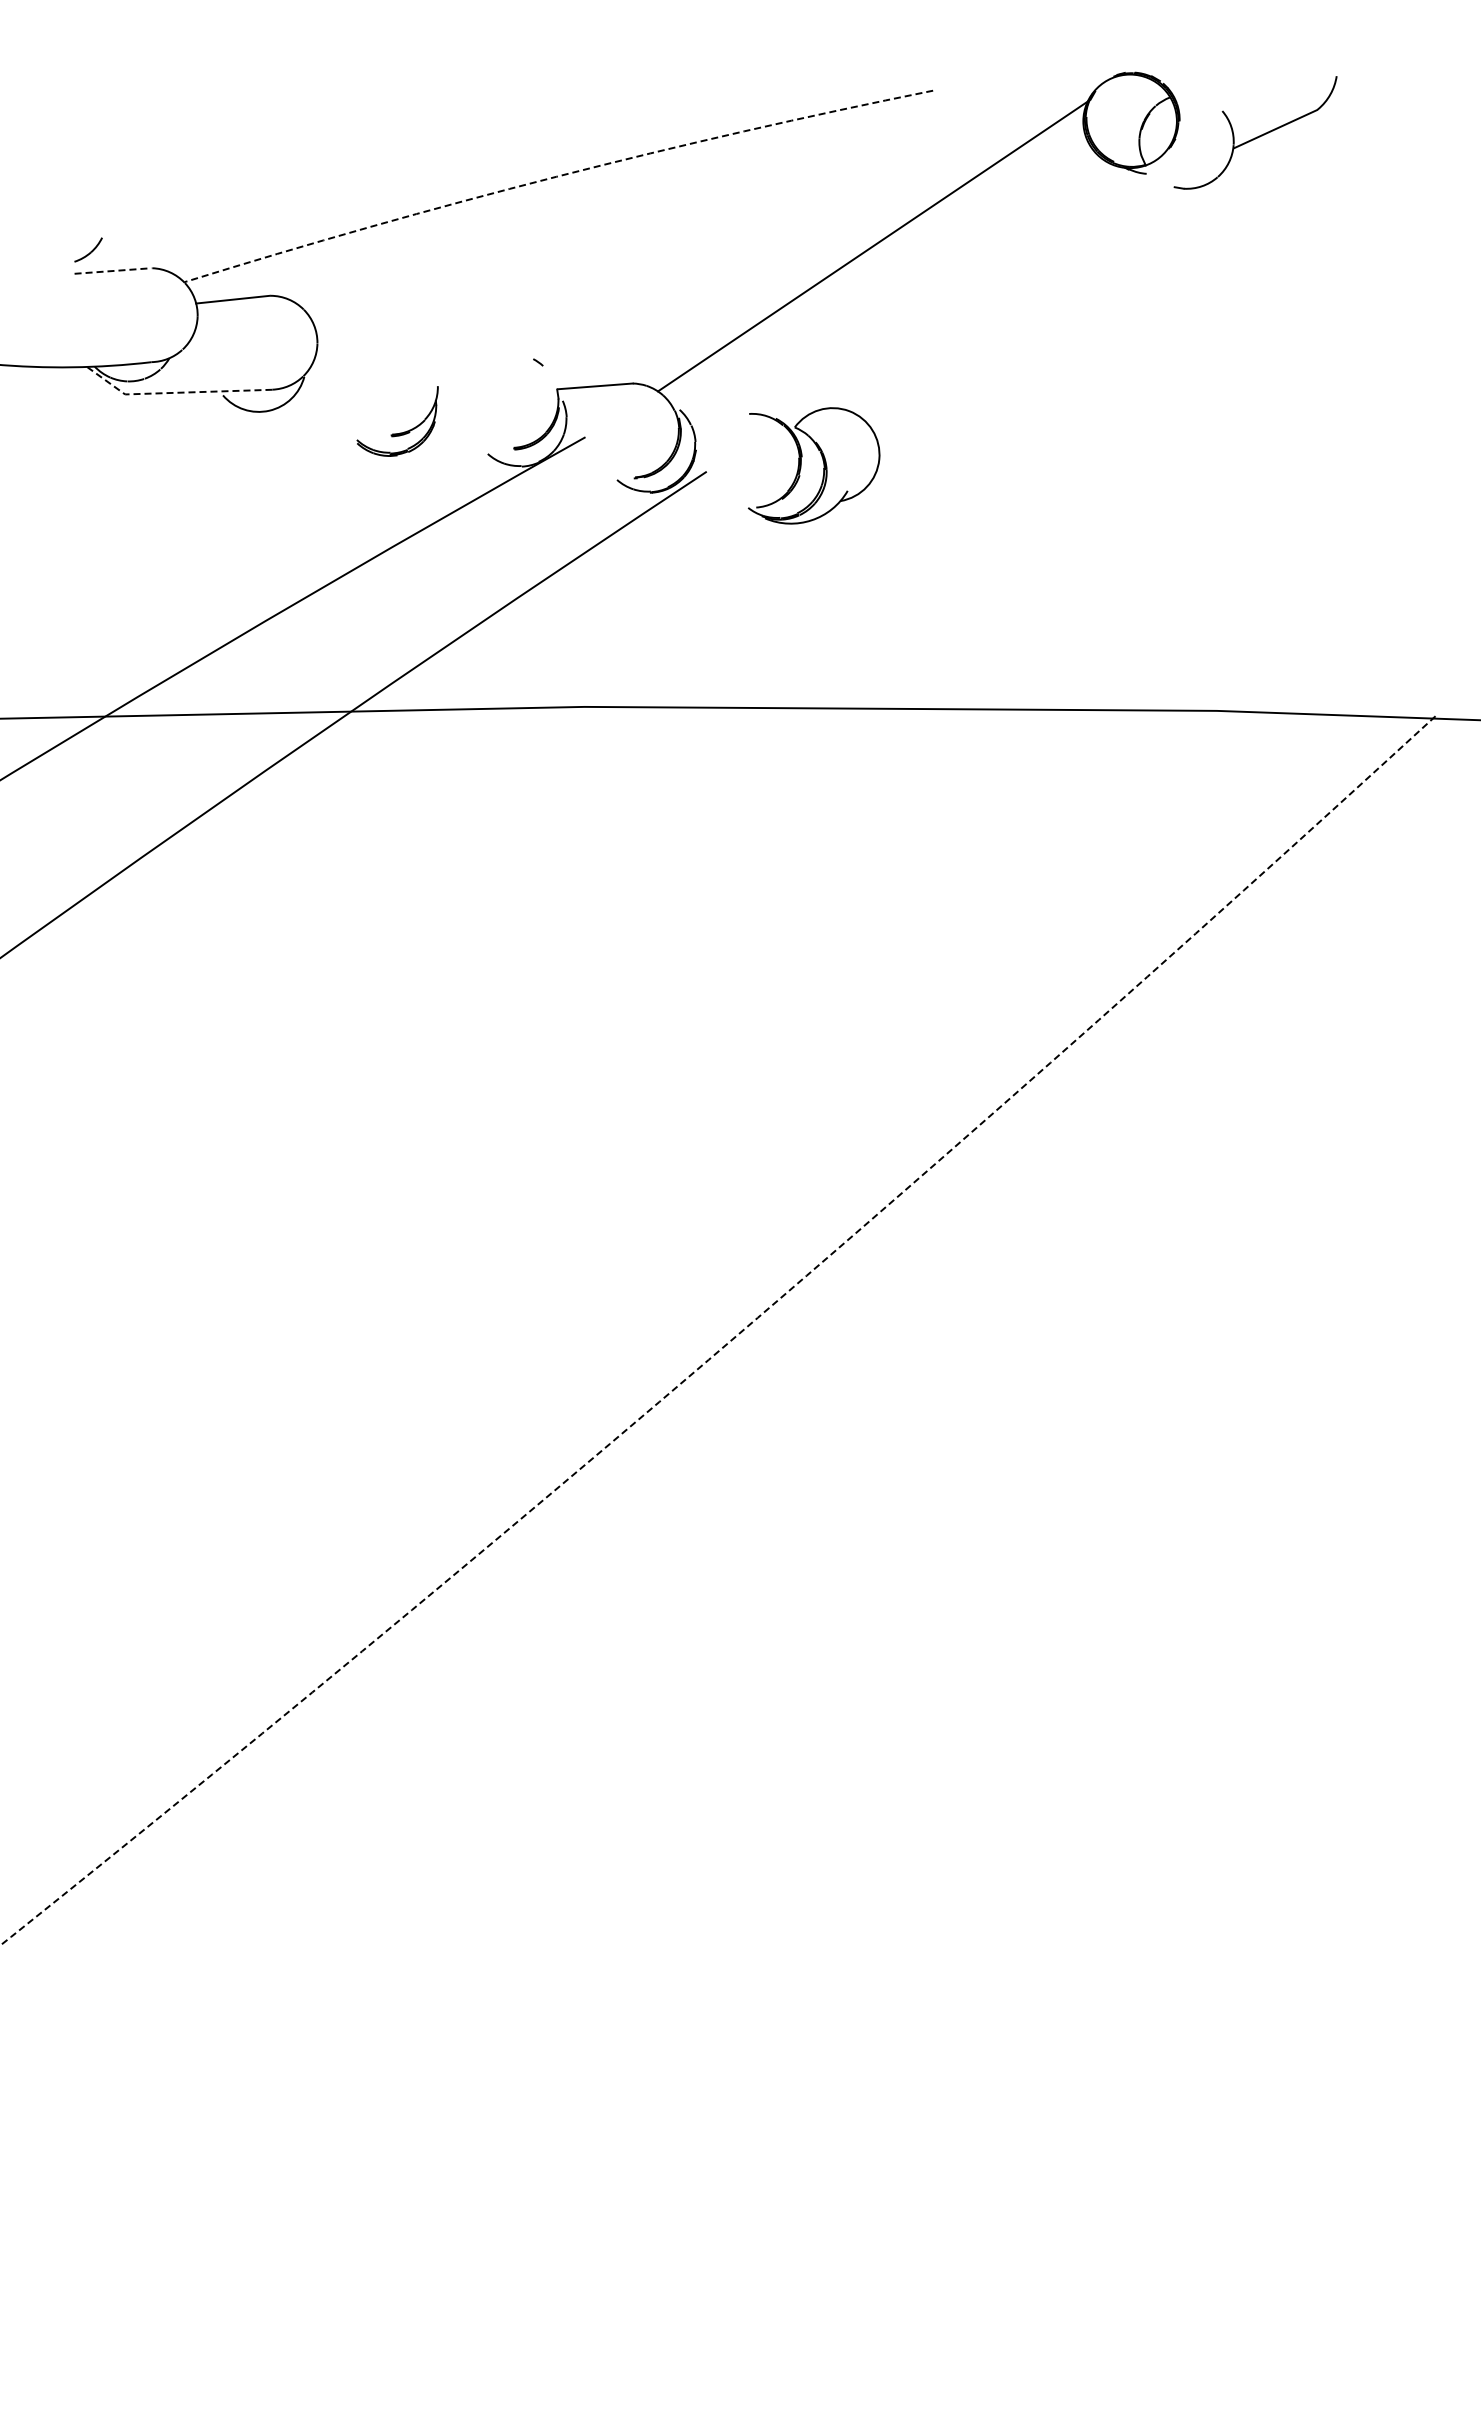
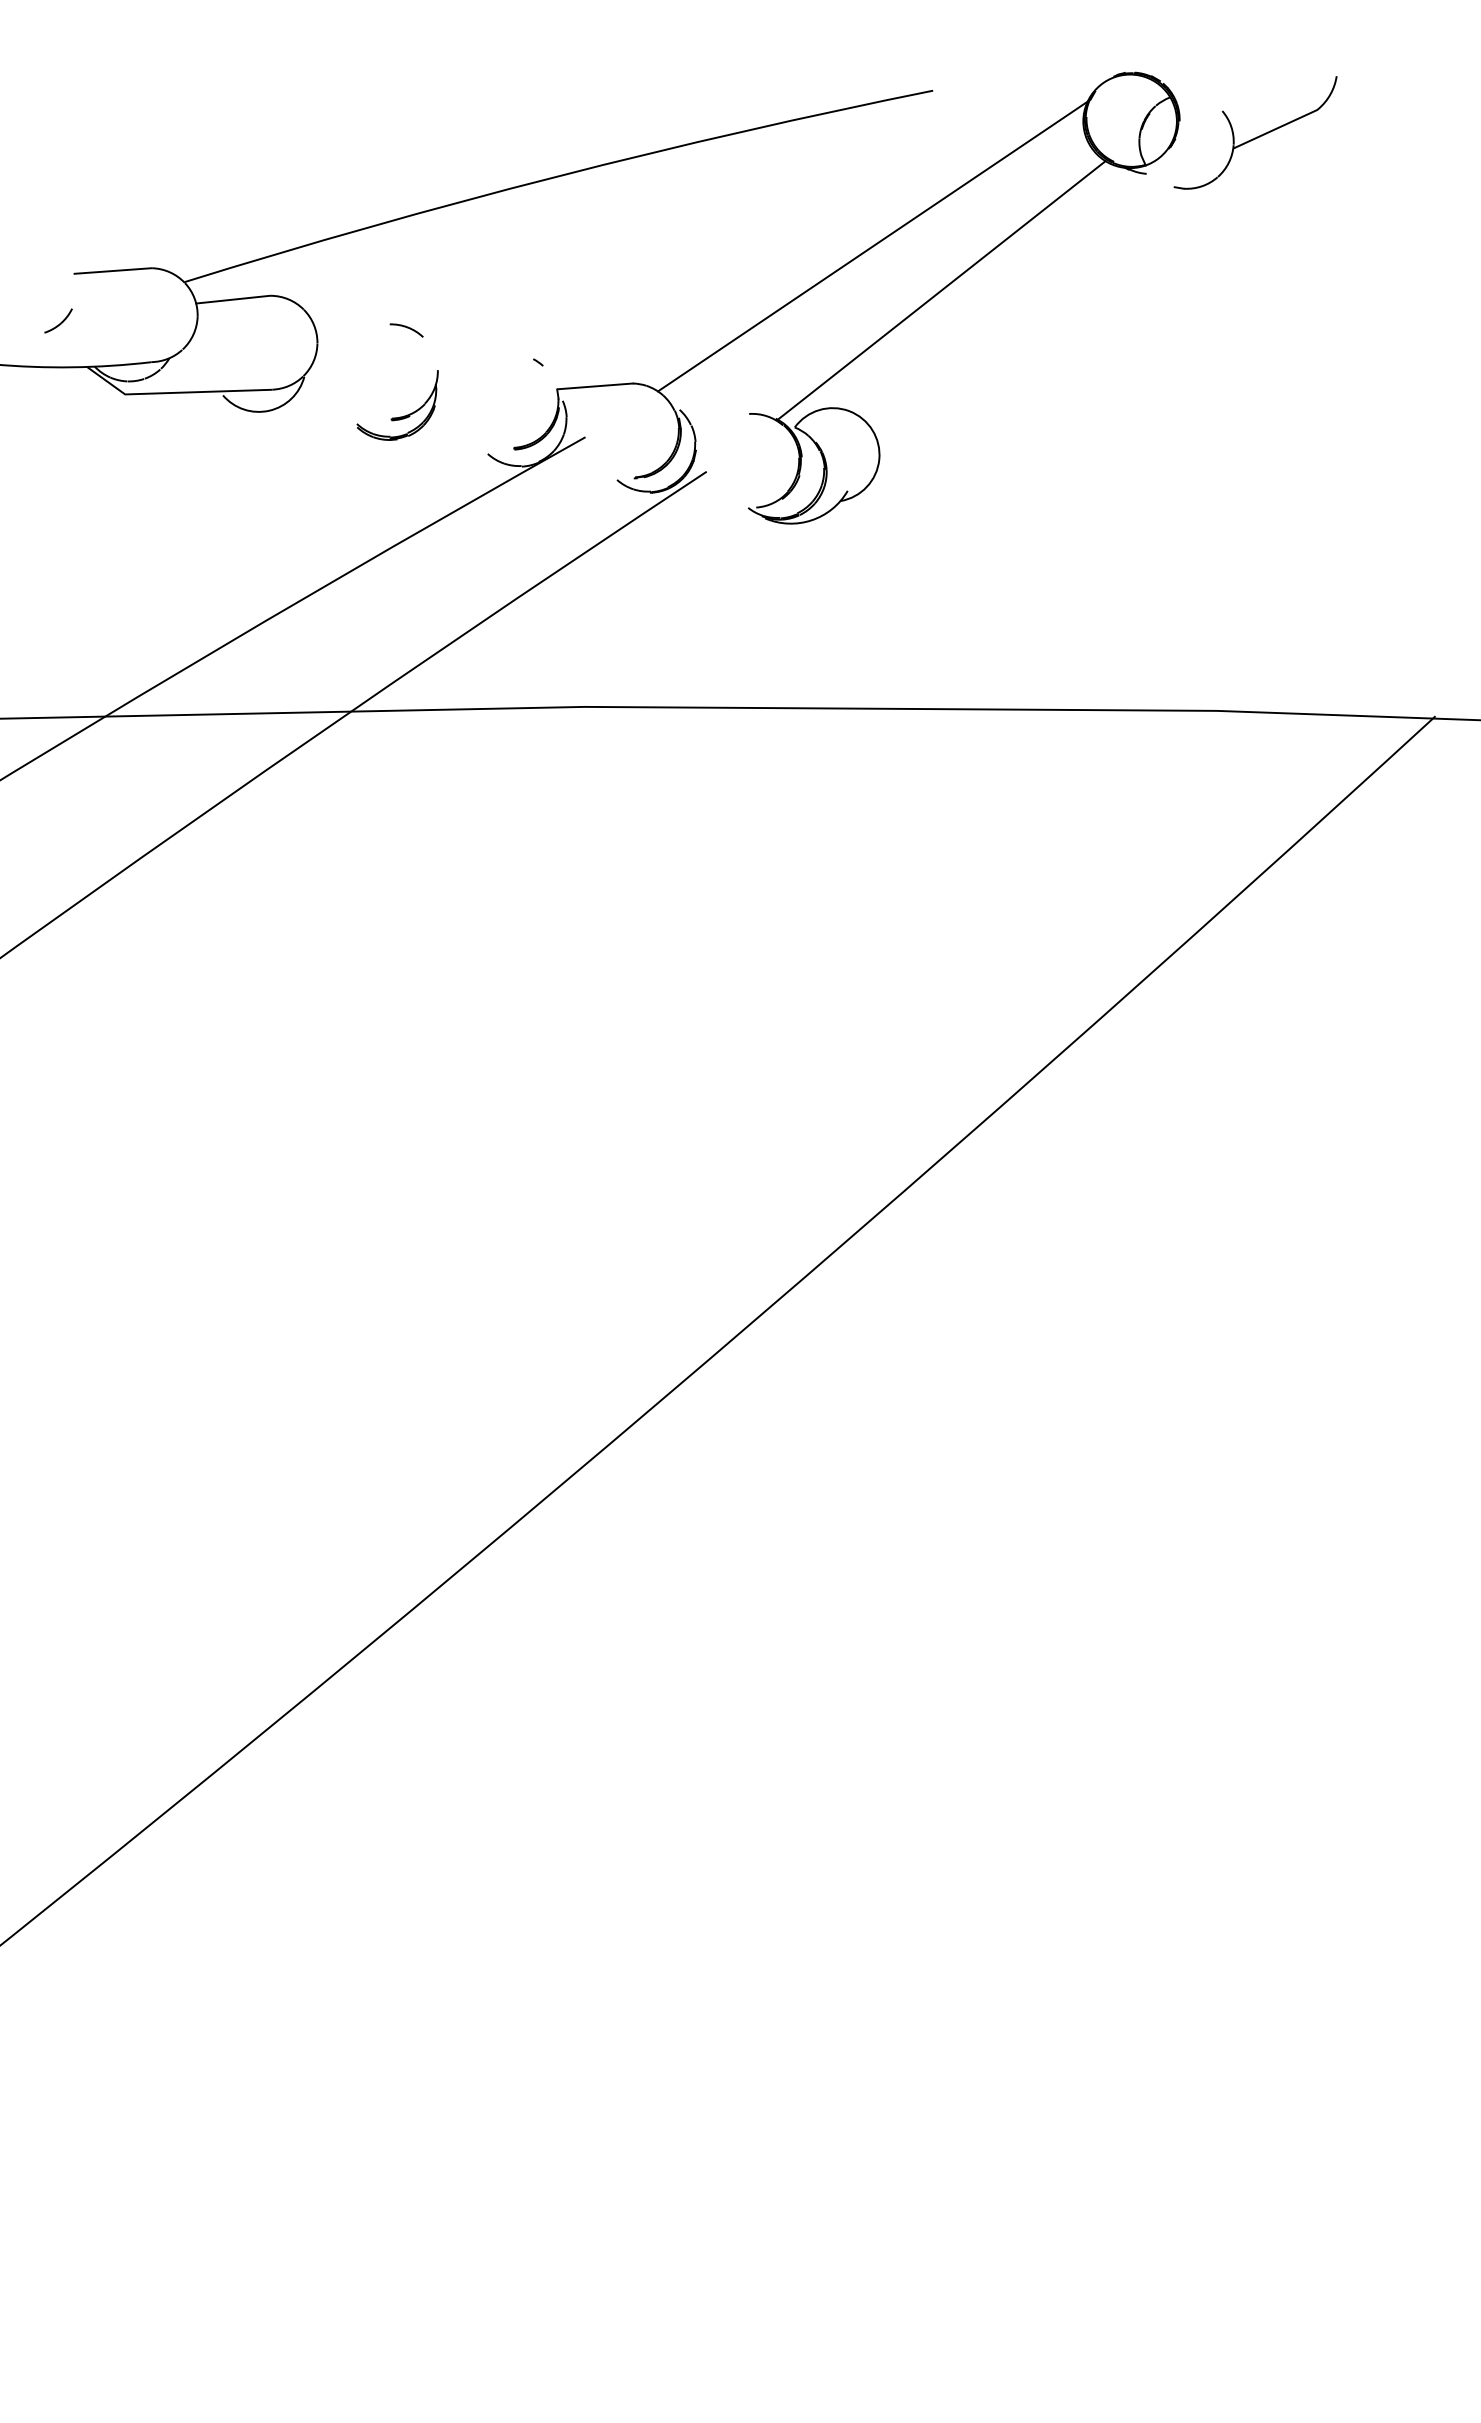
arc at (556, 176): dashed -> solid
part at (88, 249) position: (88, 249) -> (58, 320)
line at (113, 271): dashed -> solid
line at (941, 290): none -> present
arc at (407, 328): none -> present
line at (174, 392): dashed -> solid
part at (399, 432) position: (399, 432) -> (399, 416)
line at (727, 1343): dashed -> solid
